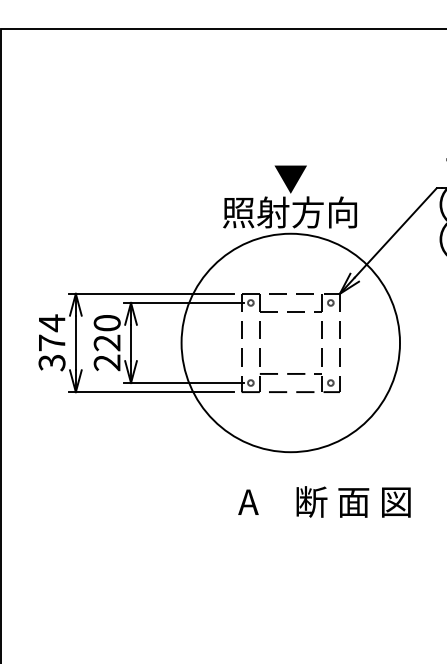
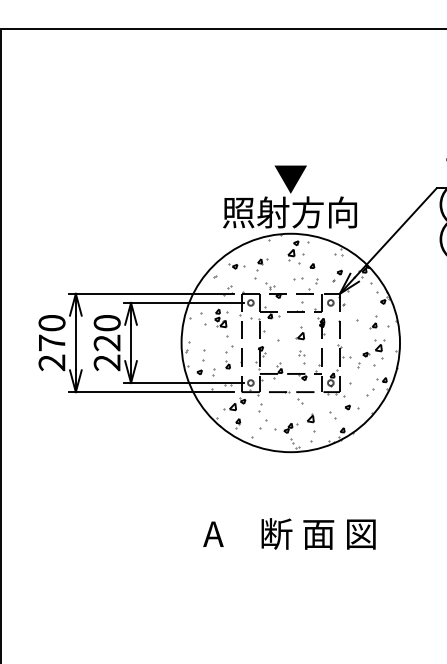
hatch at (291, 340): none -> present
text at (51, 342): 374 -> 270
text at (324, 501) position: (324, 501) -> (289, 533)
